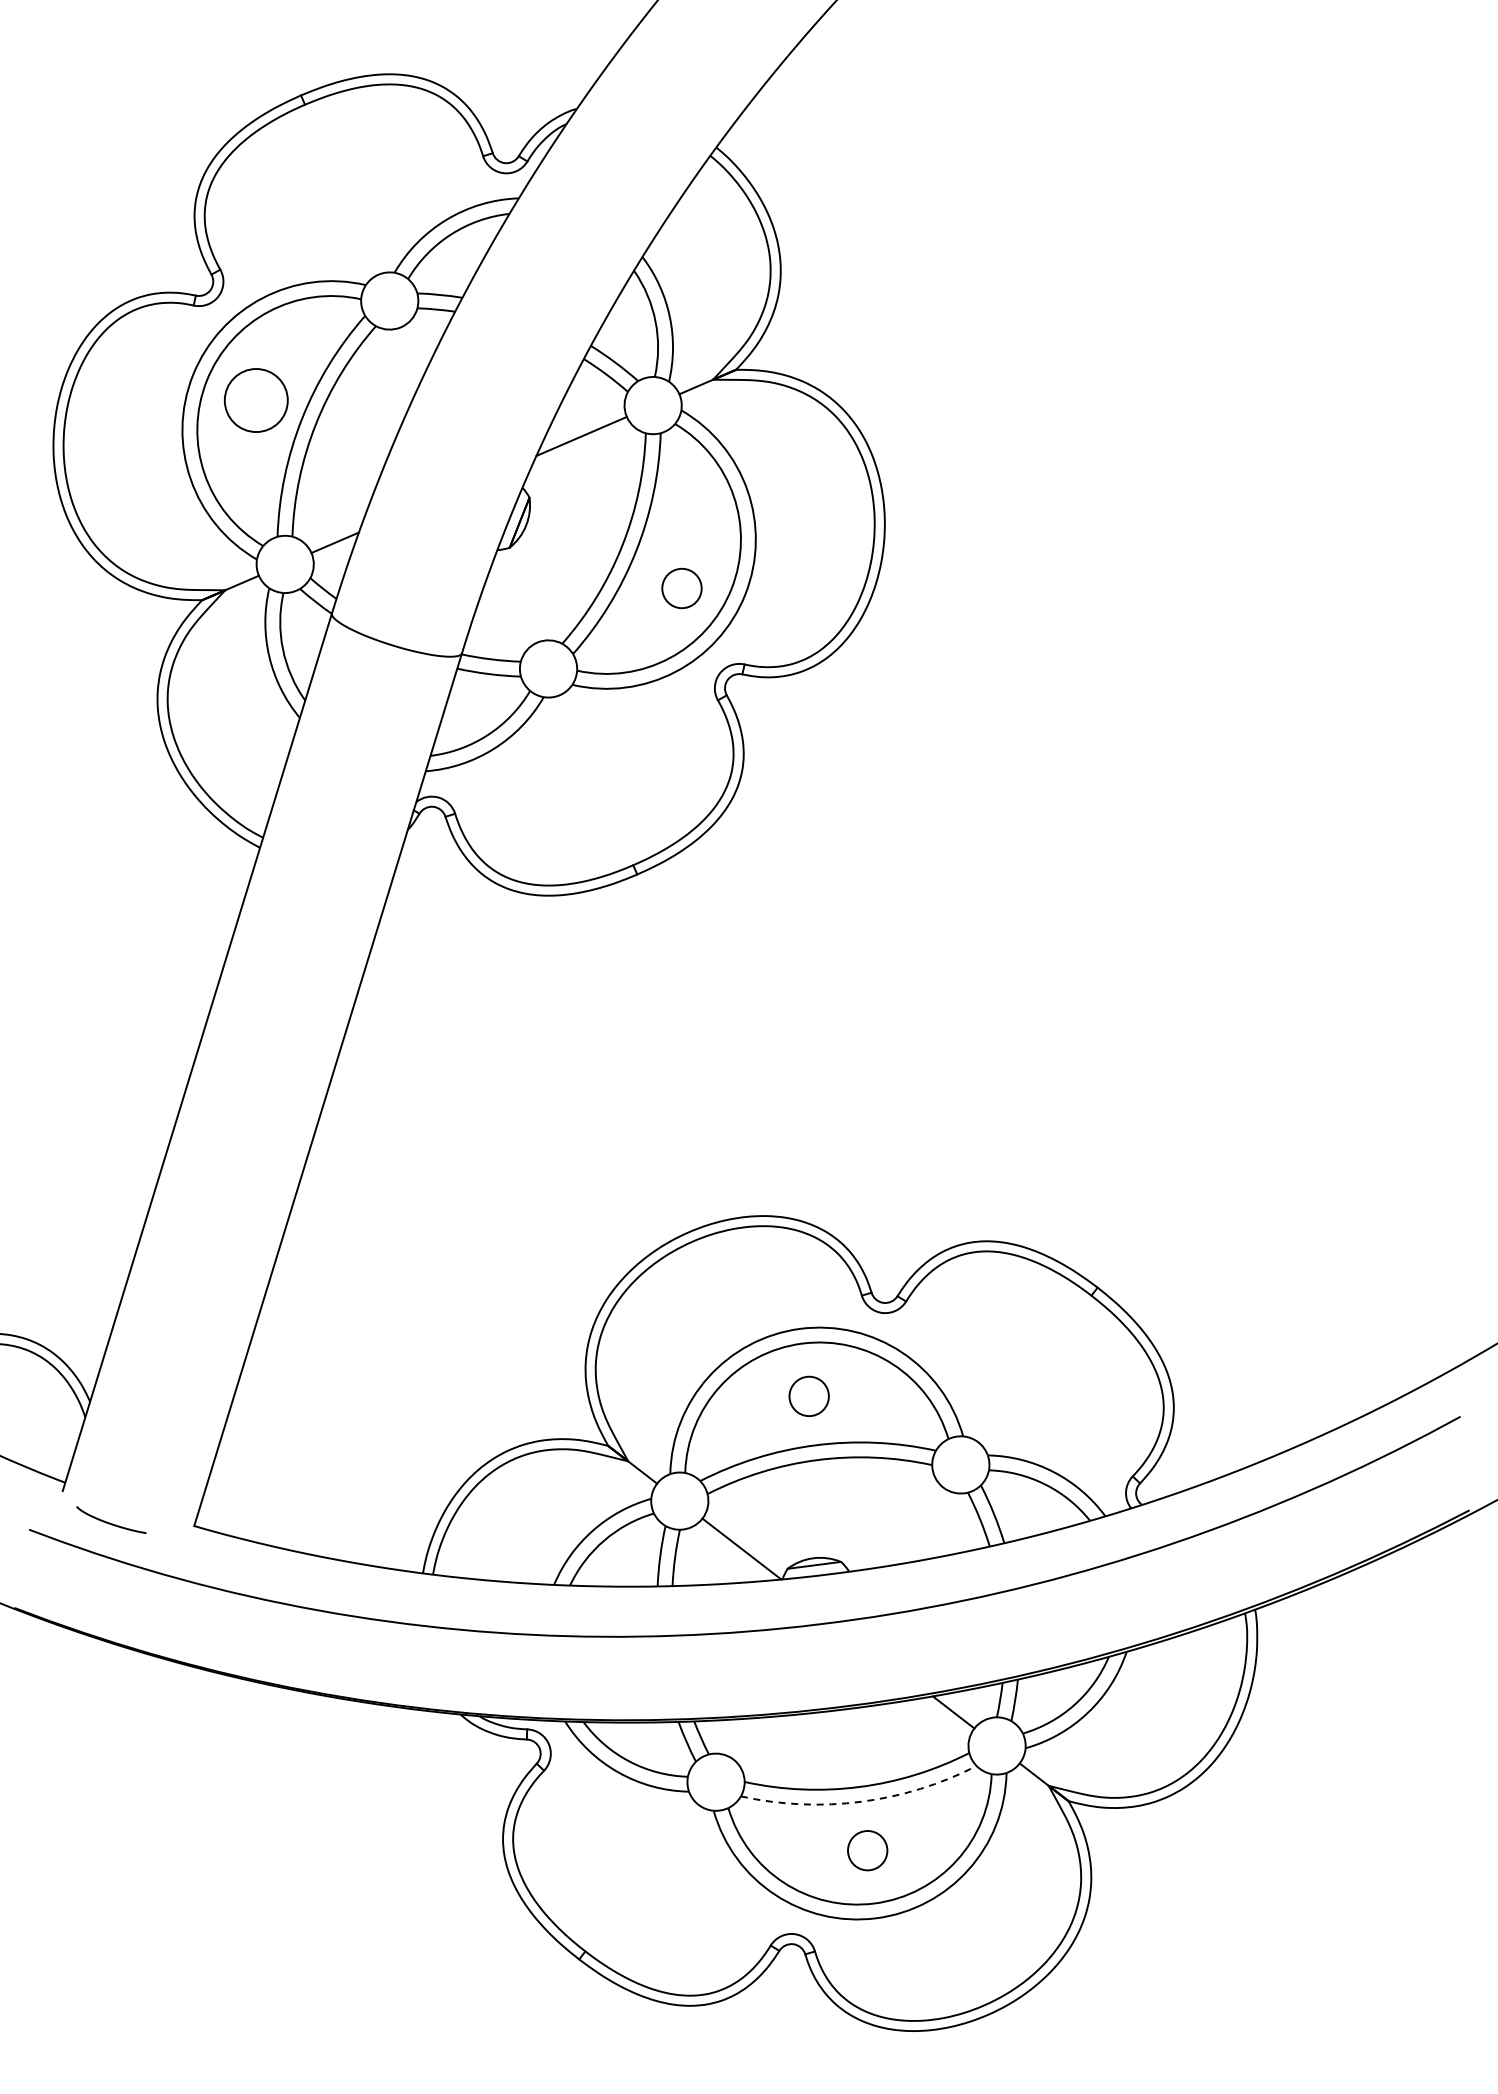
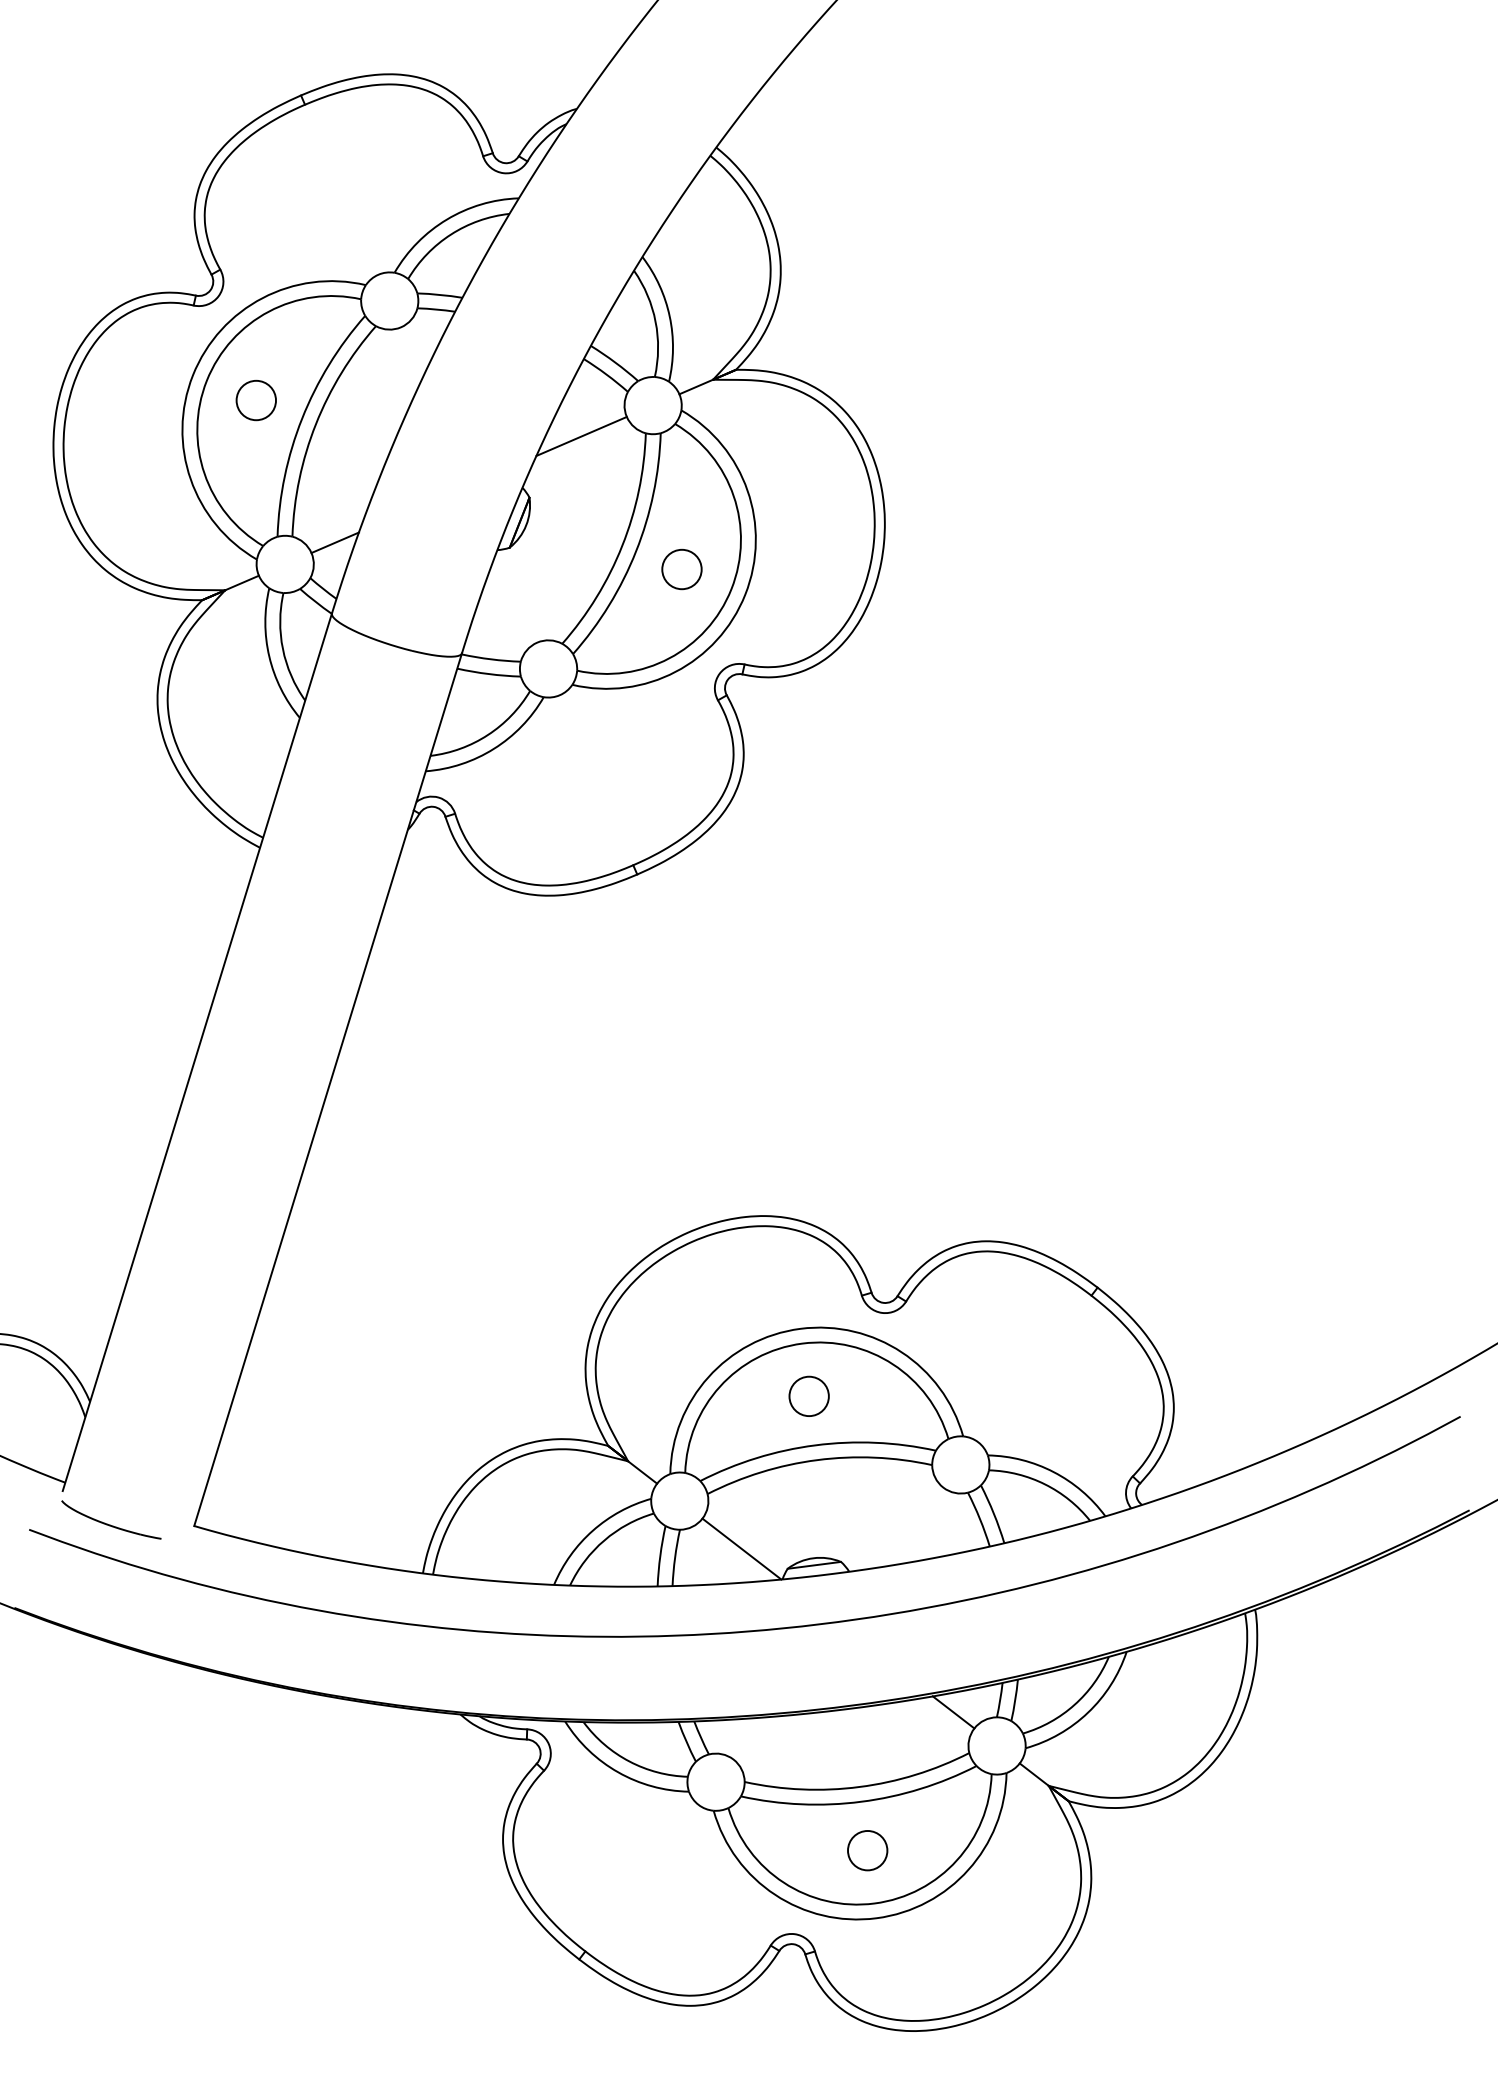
circle at (255, 400) diameter: 63 px -> 39 px
circle at (681, 588) position: (681, 588) -> (681, 569)
part at (111, 1519) size: 71x28 px -> 101x40 px
arc at (861, 1801): dashed -> solid
